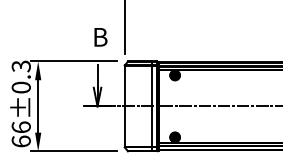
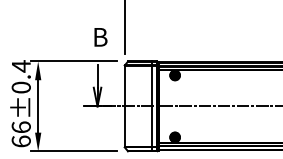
text at (20, 66): 66±0.3 -> 66±0.4
